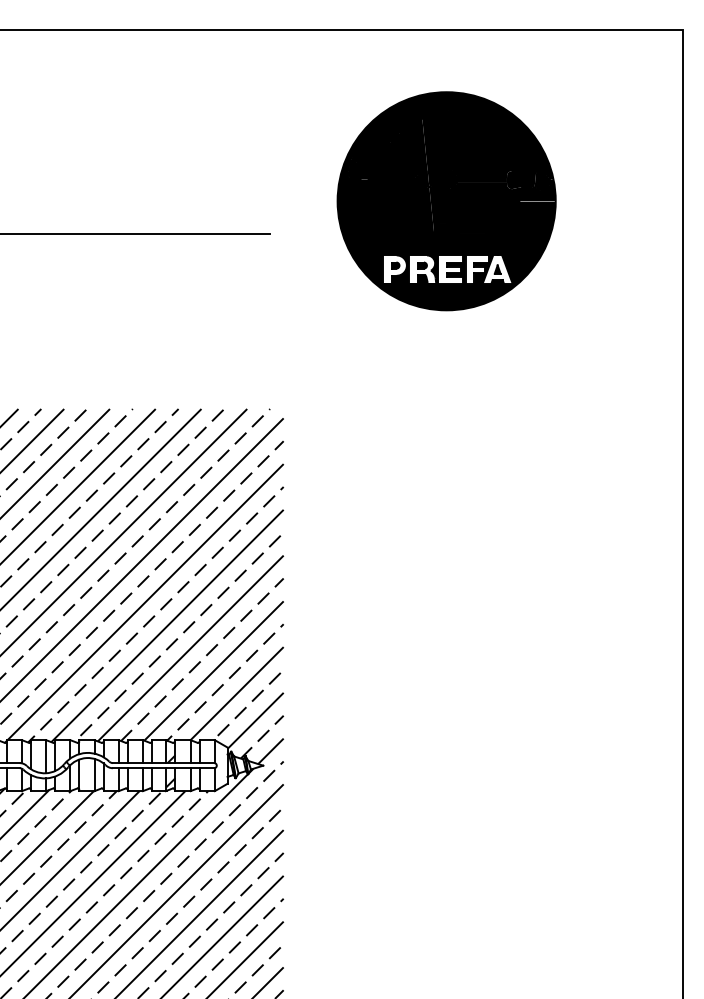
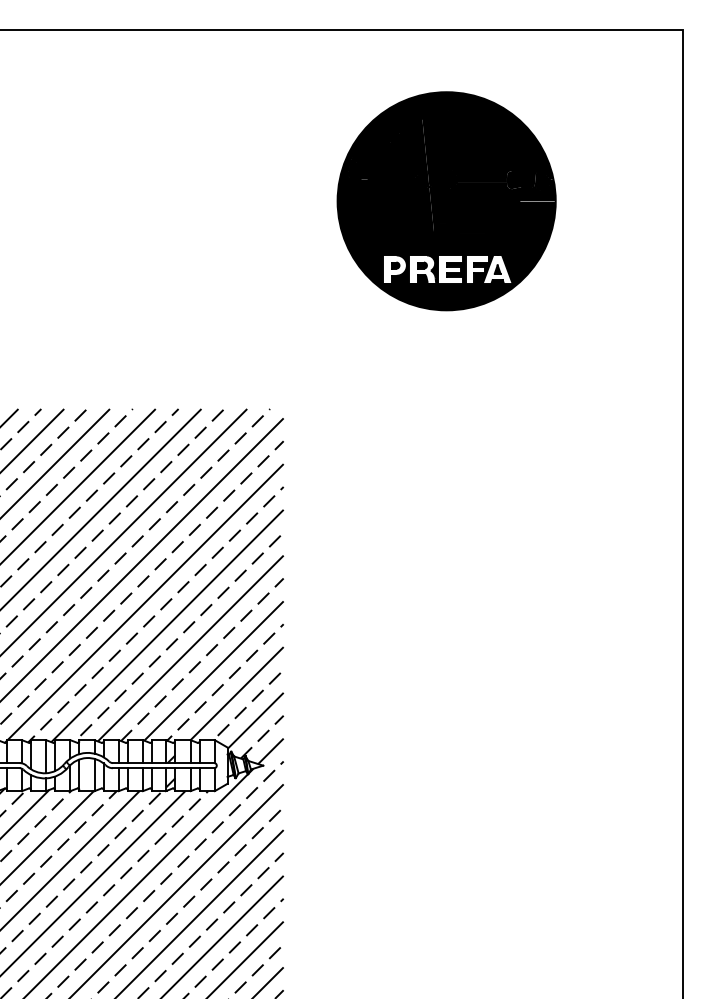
line at (136, 233): present -> none
